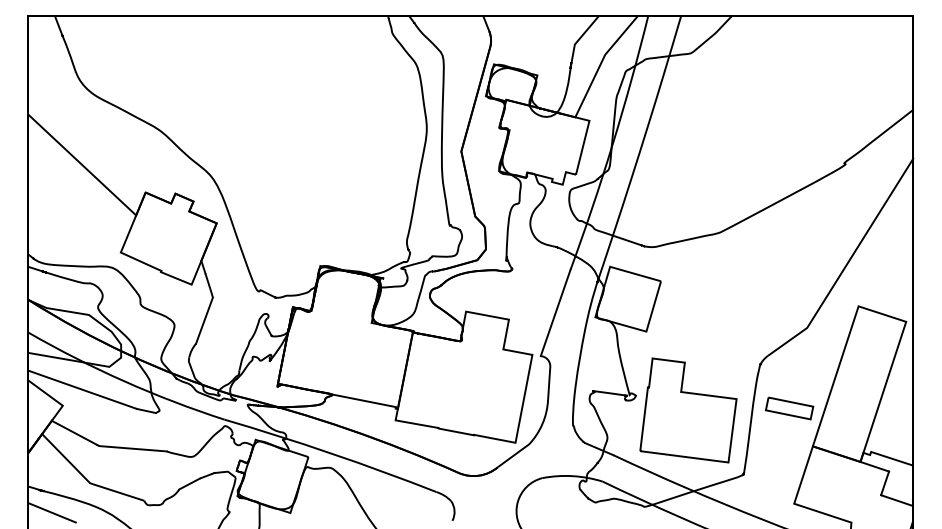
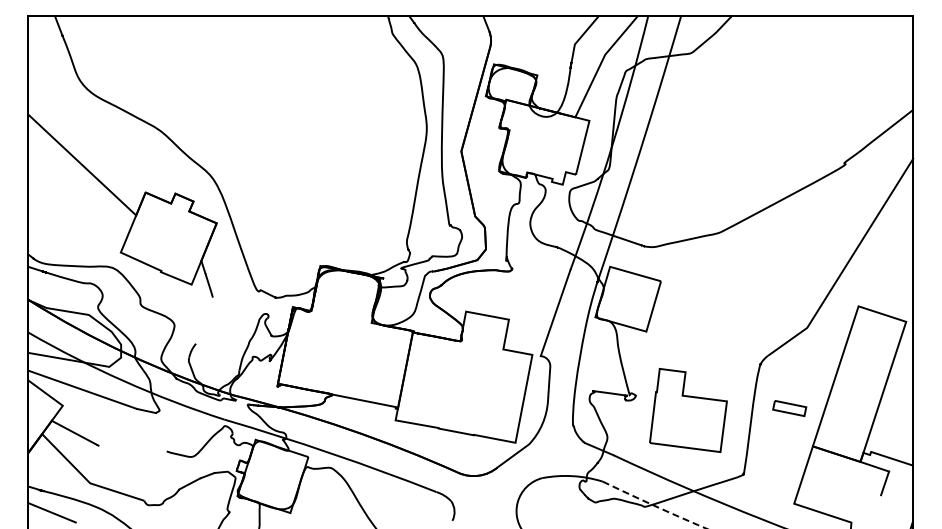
line at (204, 320): present -> none
part at (789, 408) size: 50x25 px -> 36x18 px
part at (688, 410) size: 99x107 px -> 79x85 px
line at (132, 448): present -> none
line at (896, 500): present -> none
arc at (655, 506): solid -> dashed
